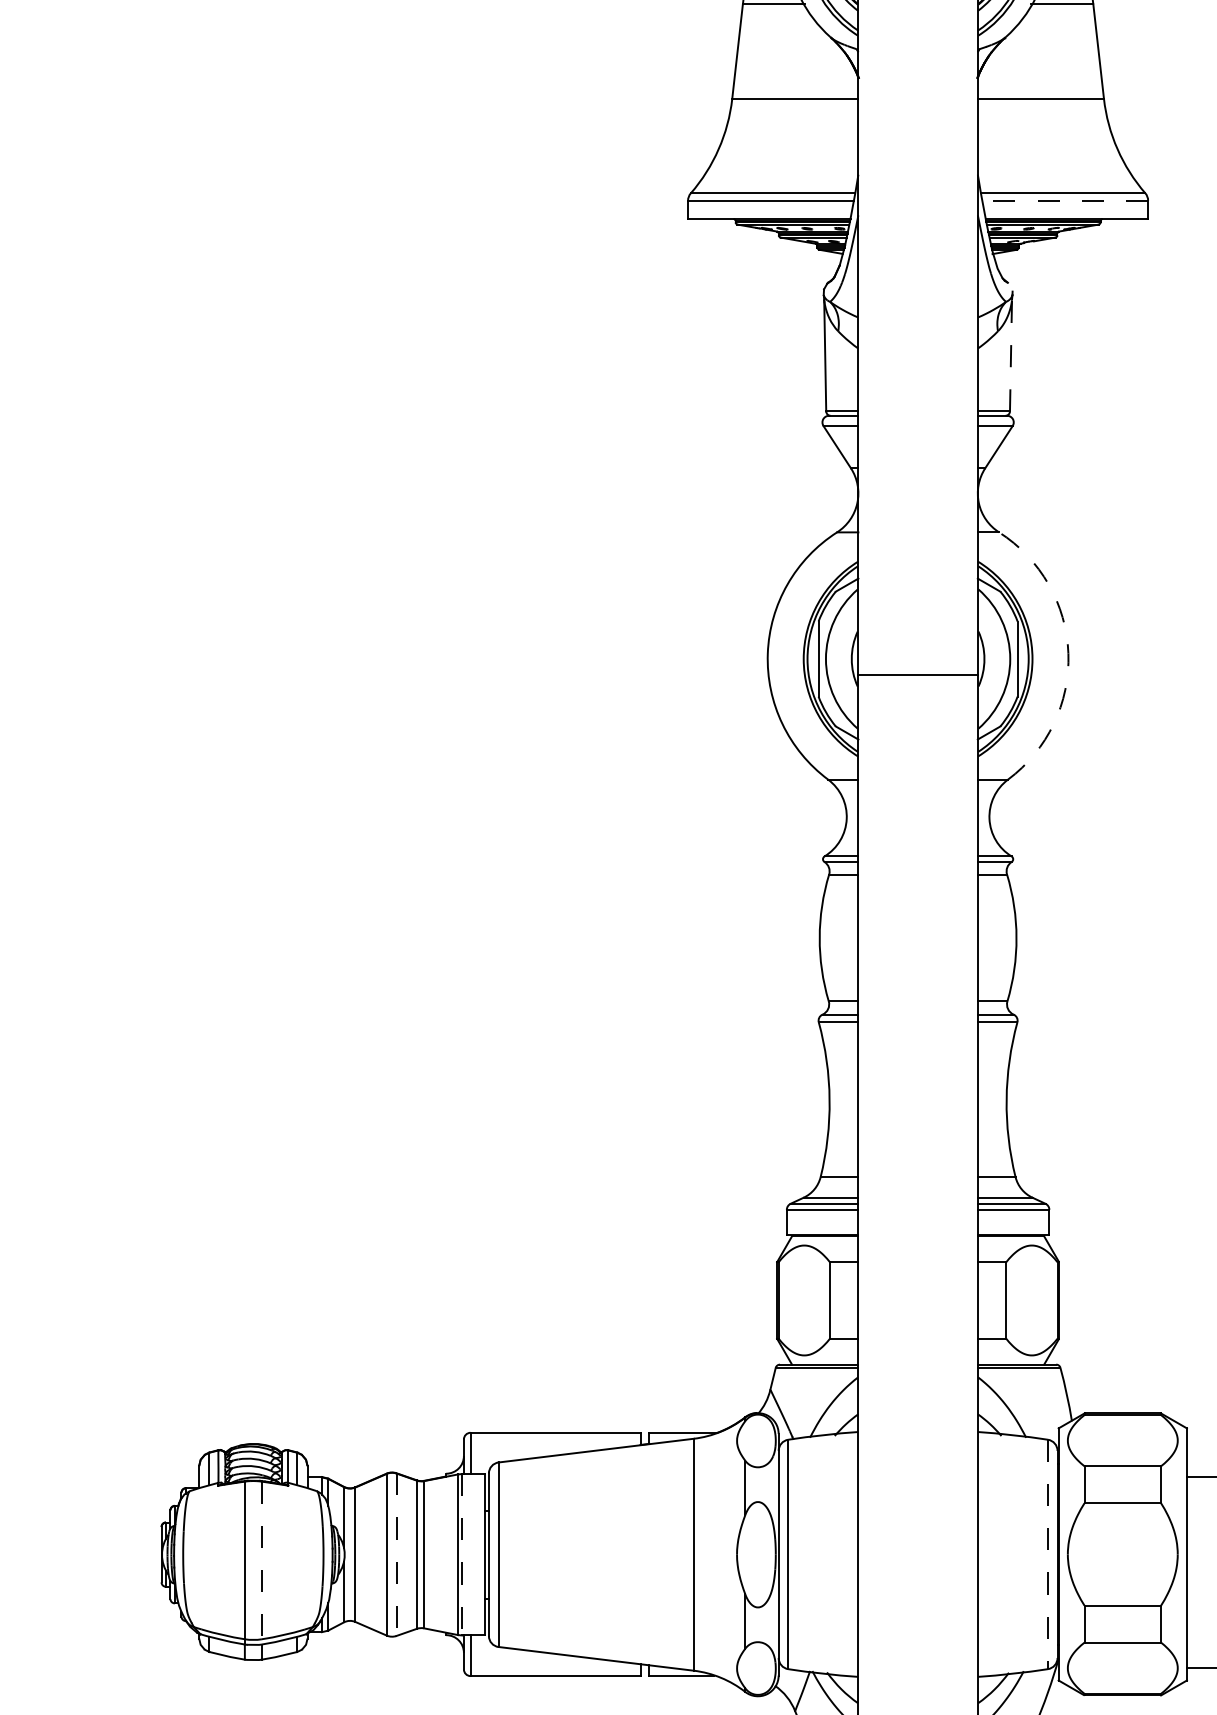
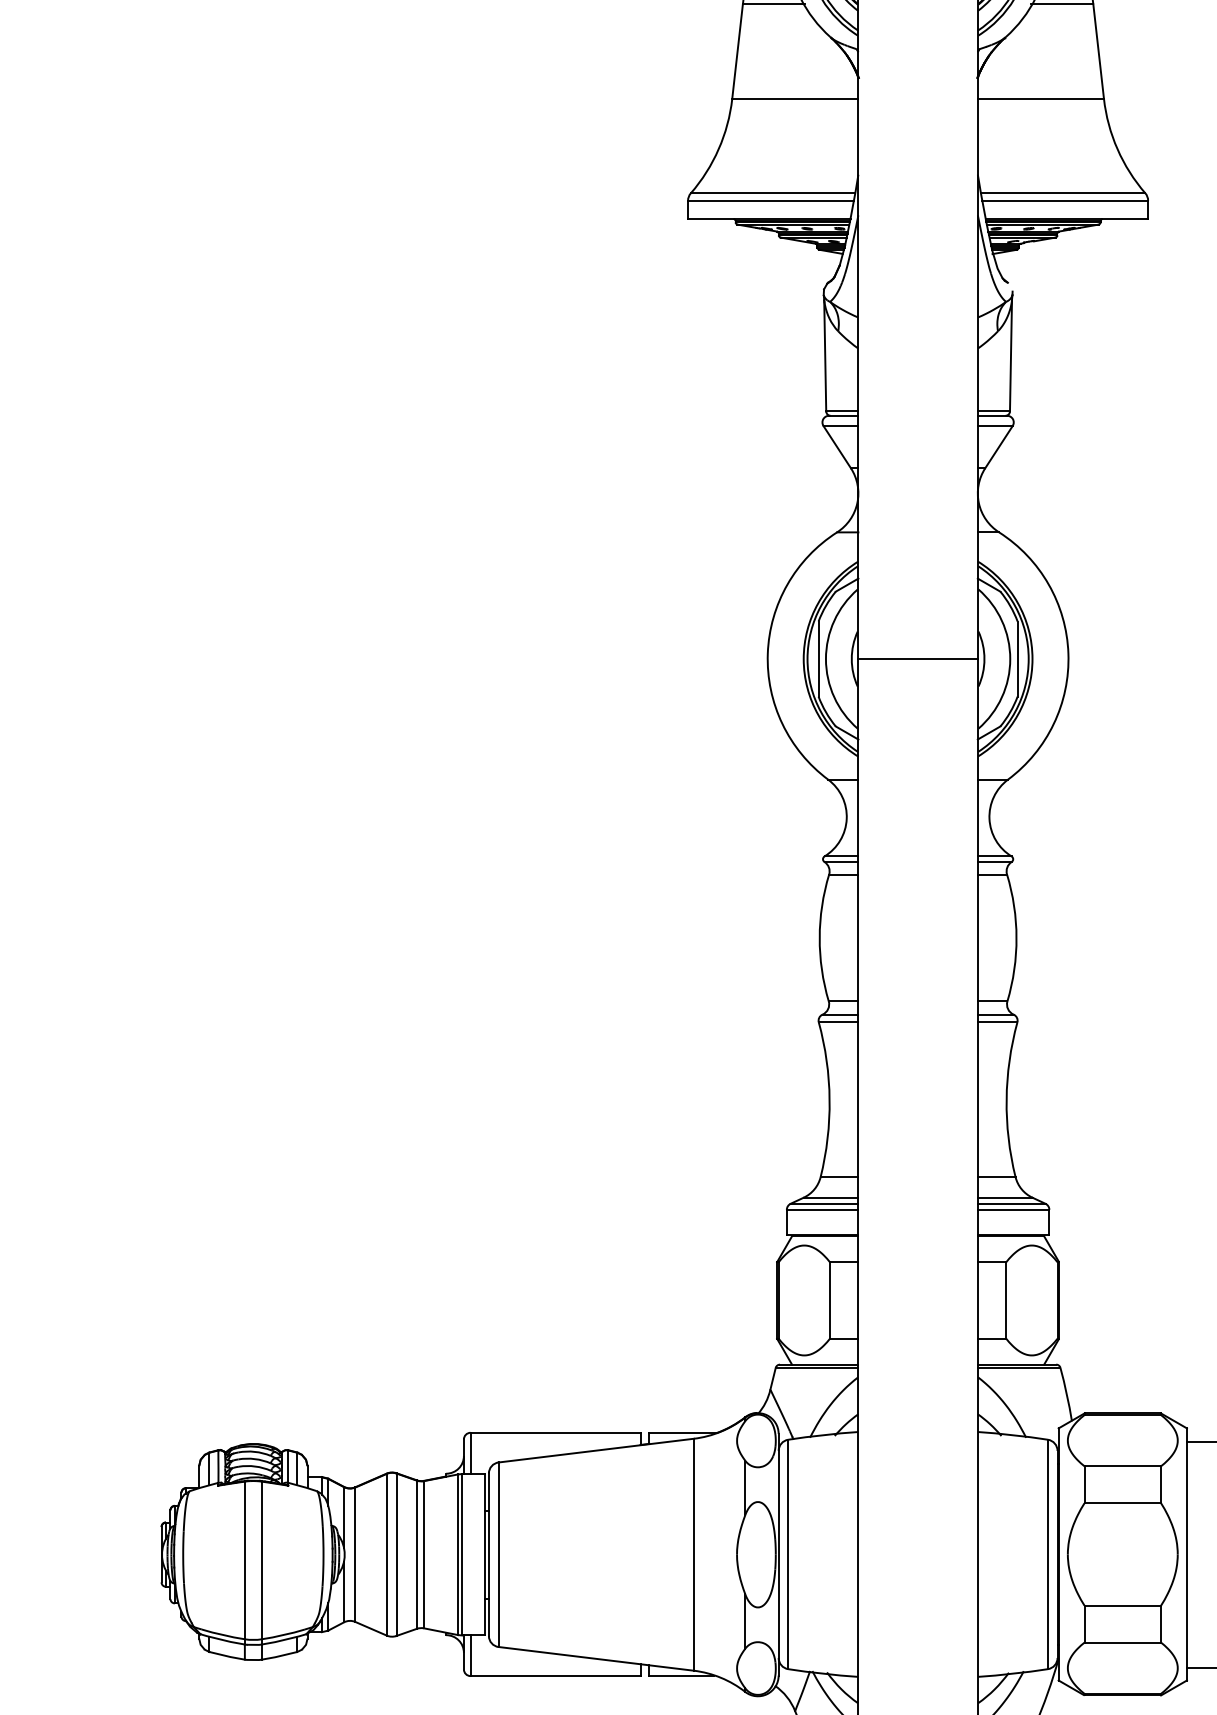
line at (1065, 200): dashed -> solid
line at (1011, 355): dashed -> solid
arc at (1068, 653): dashed -> solid
line at (917, 675) position: (917, 675) -> (917, 659)
line at (1199, 1476) position: (1199, 1476) -> (1199, 1441)
line at (462, 1554): dashed -> solid
line at (1047, 1554): dashed -> solid
line at (396, 1555): dashed -> solid
line at (261, 1563): dashed -> solid
